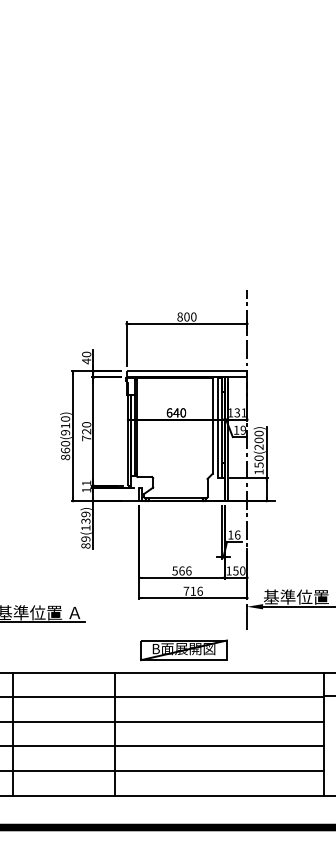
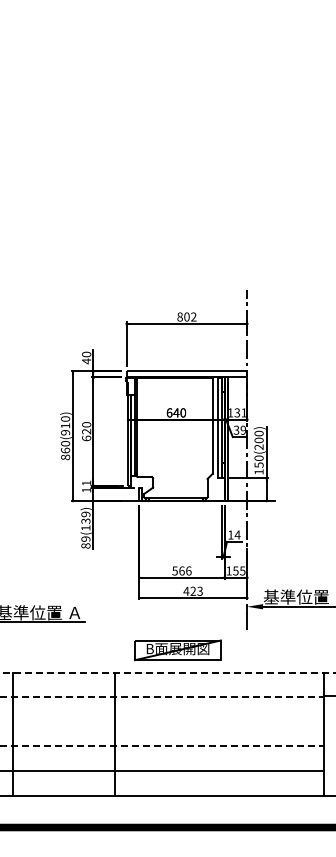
text at (193, 316): 800 -> 802
text at (236, 429): 19 -> 39
text at (86, 438): 720 -> 620
text at (237, 534): 16 -> 14
text at (242, 570): 150 -> 155
text at (192, 590): 716 -> 423
part at (183, 650) position: (183, 650) -> (177, 650)
line at (168, 672): solid -> dashed
line at (162, 697): solid -> dashed
line at (162, 721): present -> none
line at (162, 746): solid -> dashed
